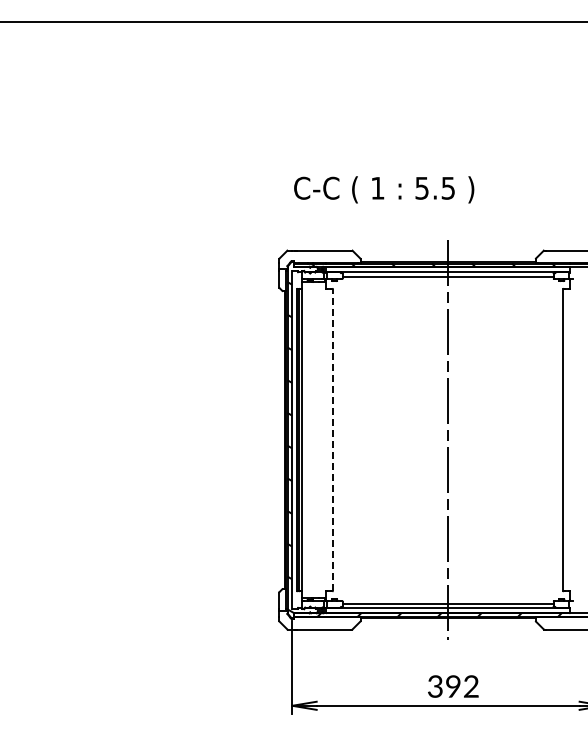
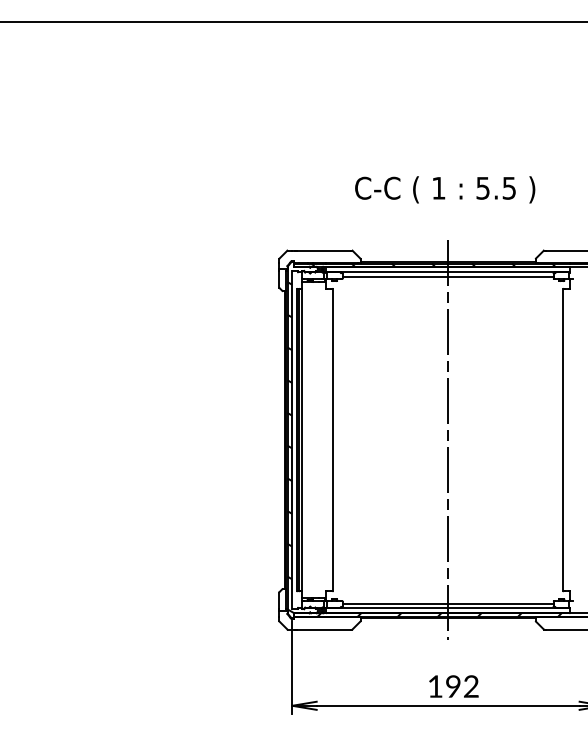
text at (384, 189) position: (384, 189) -> (445, 189)
line at (332, 440): dashed -> solid
text at (435, 686): 392 -> 192
